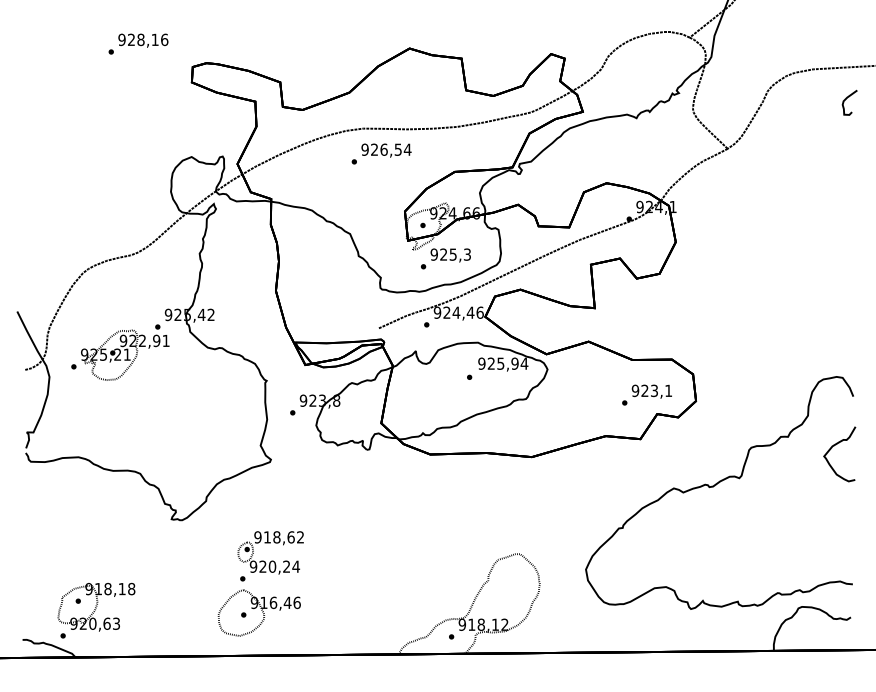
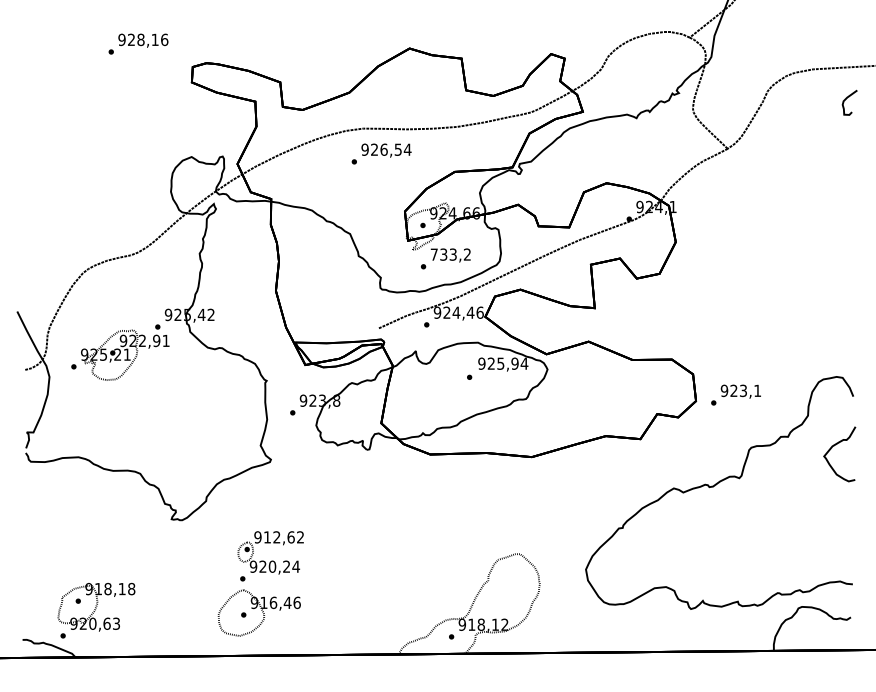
text at (450, 254): 925,3 -> 733,2
text at (646, 394) position: (646, 394) -> (735, 394)
text at (276, 537): 918,62 -> 912,62
